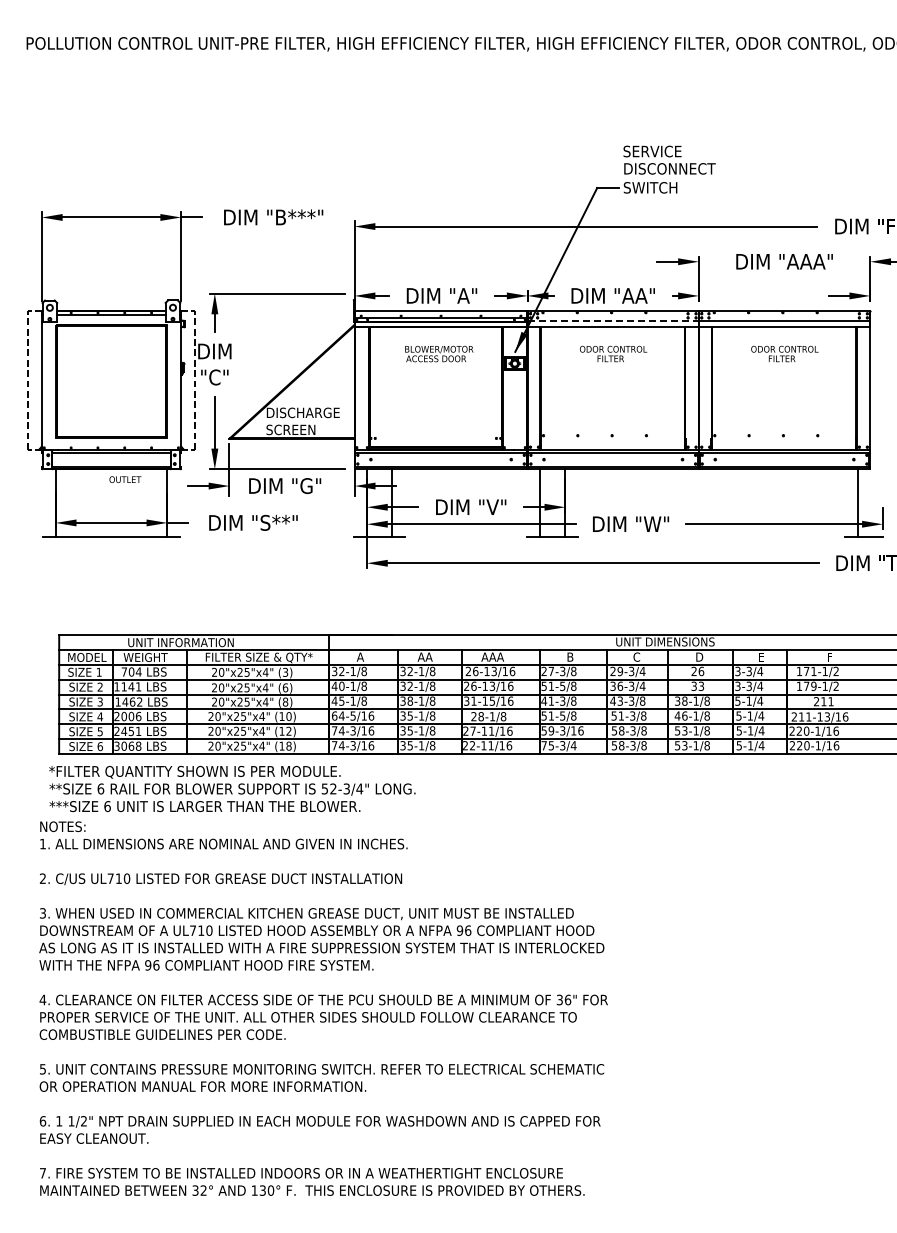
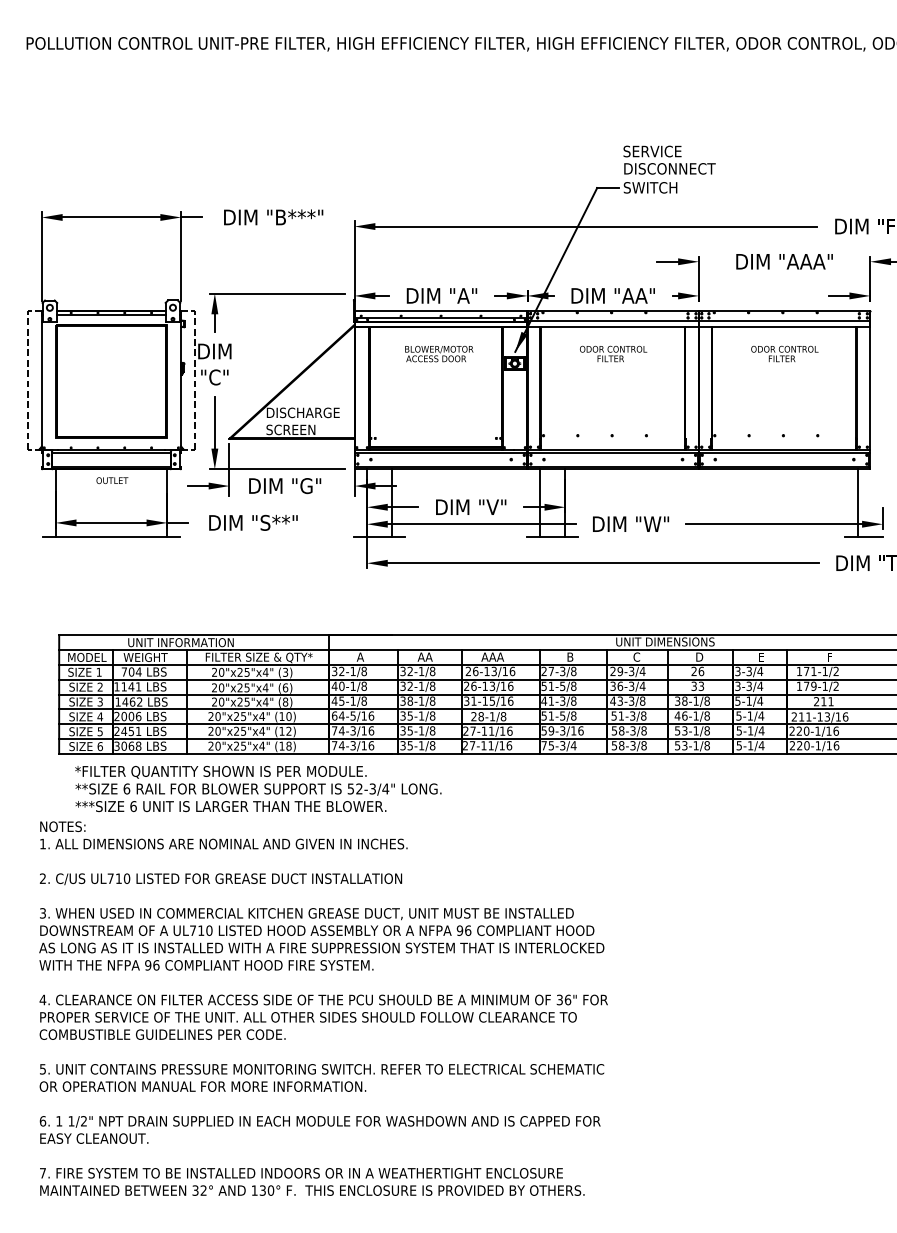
line at (613, 321): dashed -> solid
text at (125, 479) position: (125, 479) -> (112, 480)
text at (472, 745): 22-11/16 -> 27-11/16
text at (232, 788) position: (232, 788) -> (258, 788)
